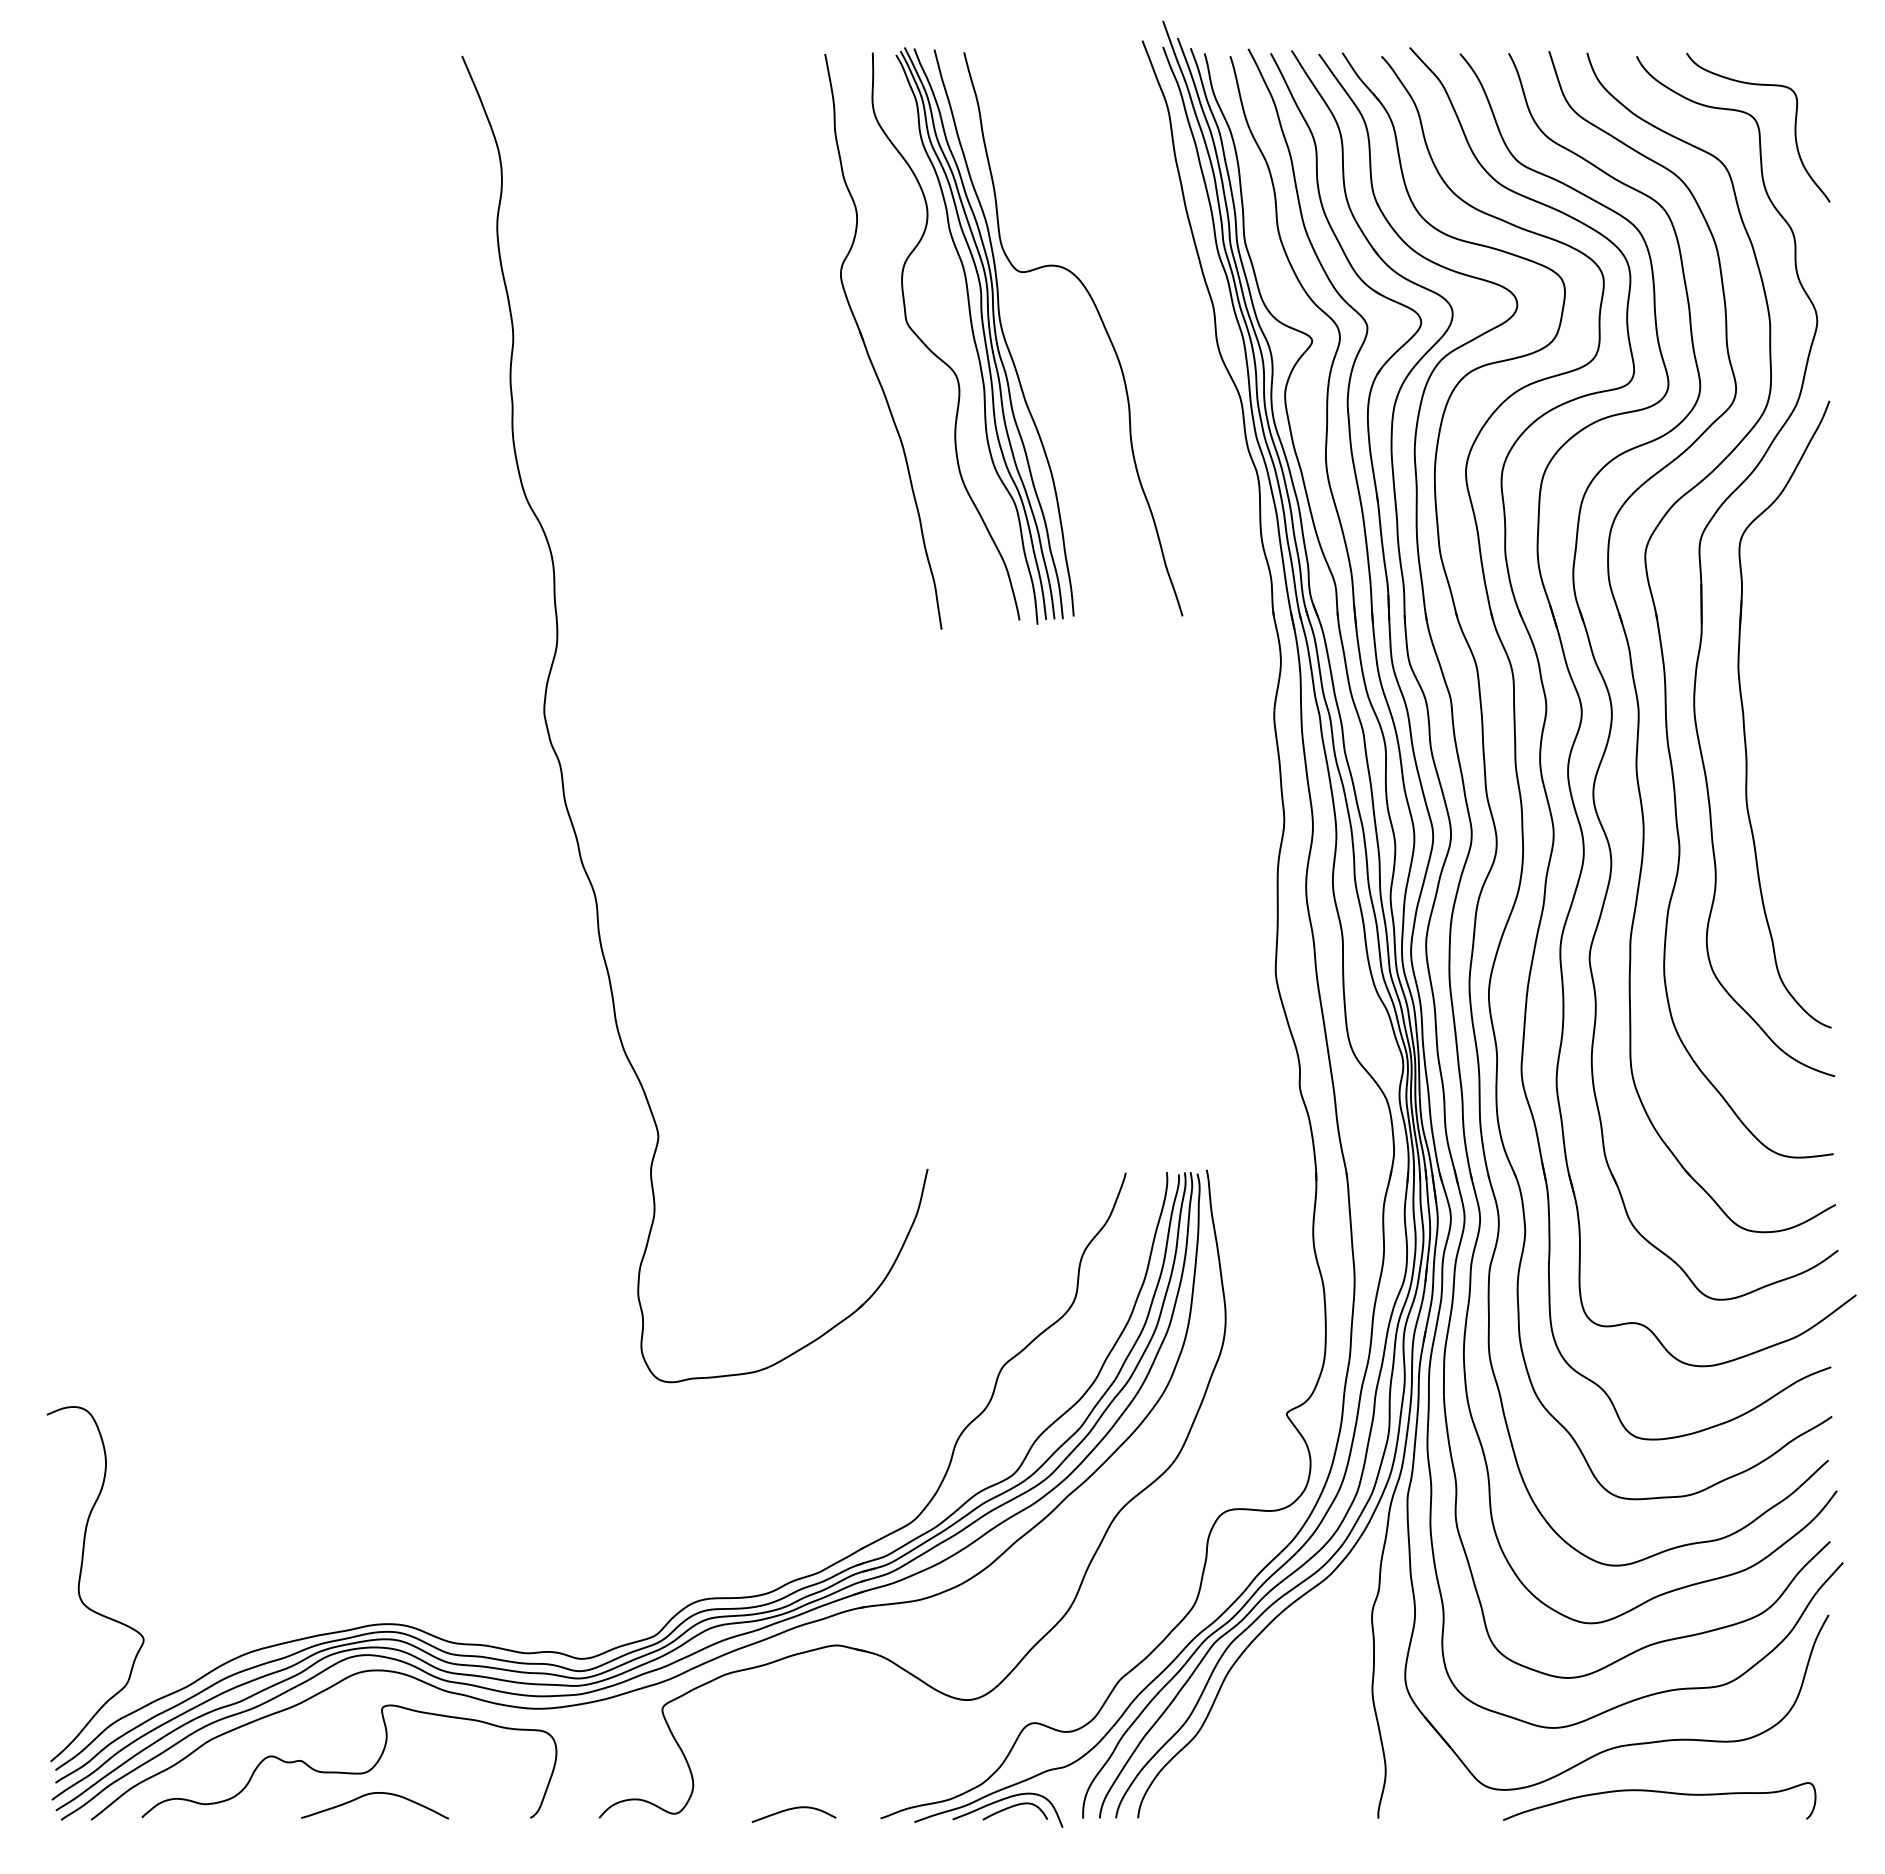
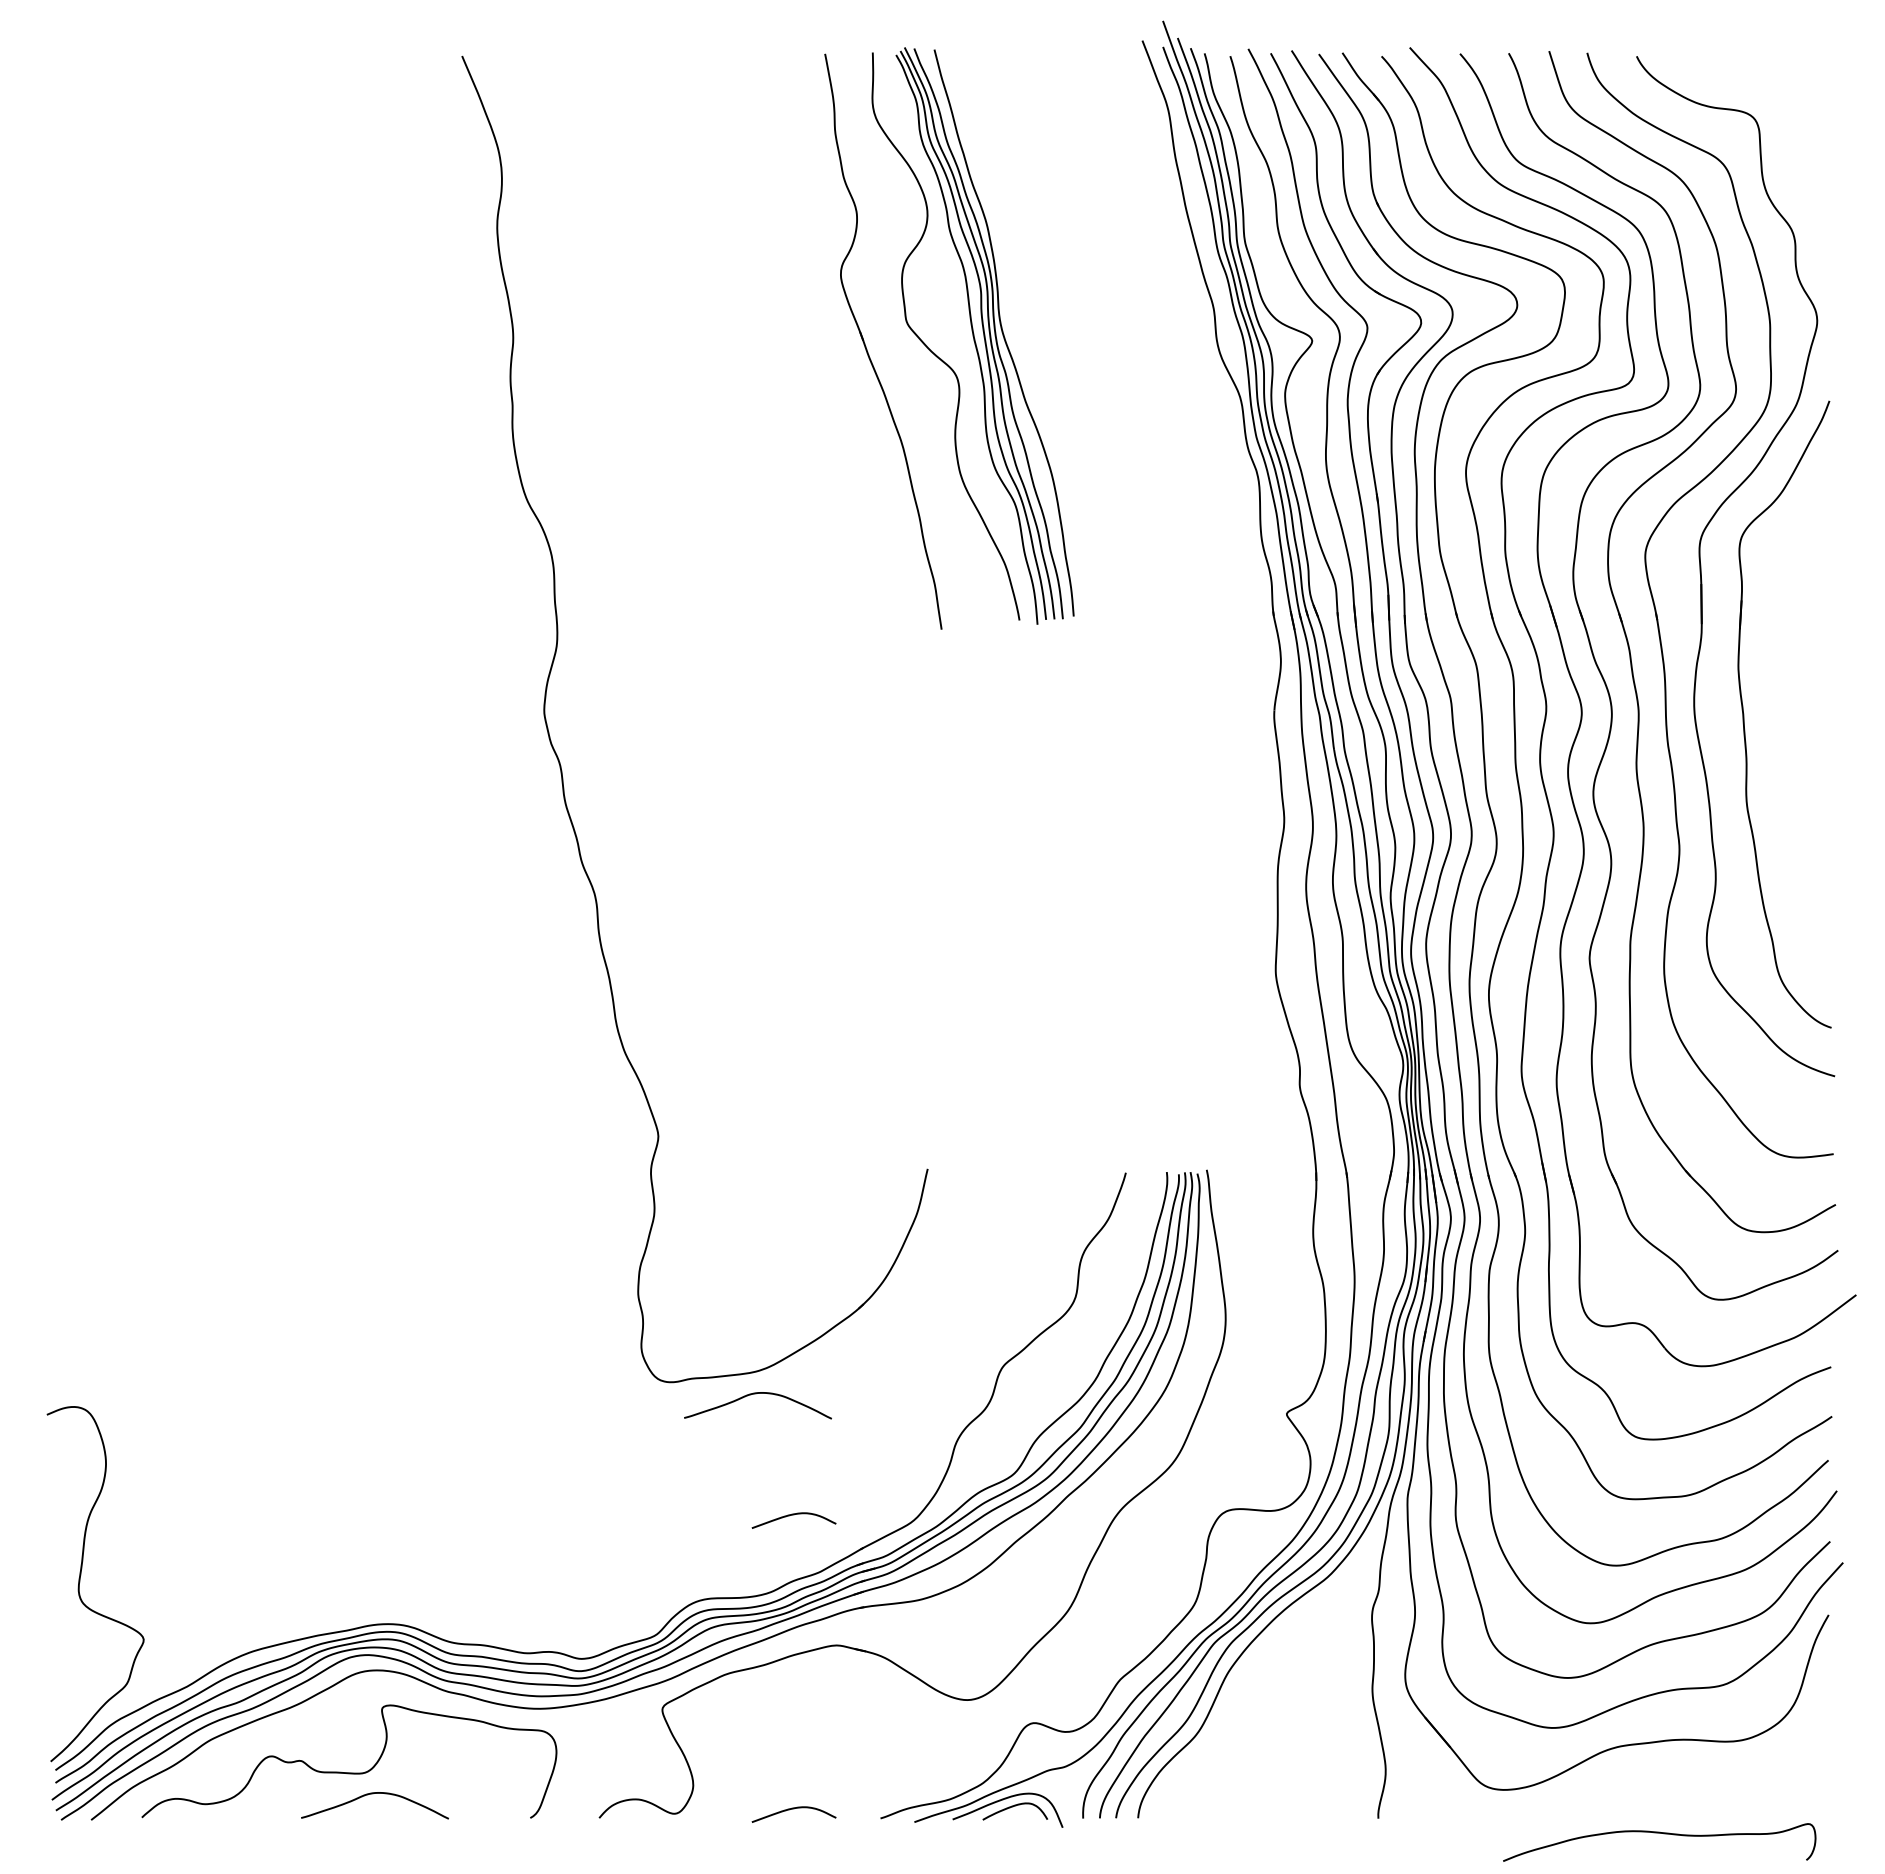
curve at (1794, 127): present -> none
curve at (1100, 320): present -> none
curve at (756, 1394): none -> present
curve at (793, 1515): none -> present
curve at (1663, 1793) position: (1663, 1793) -> (1663, 1834)
